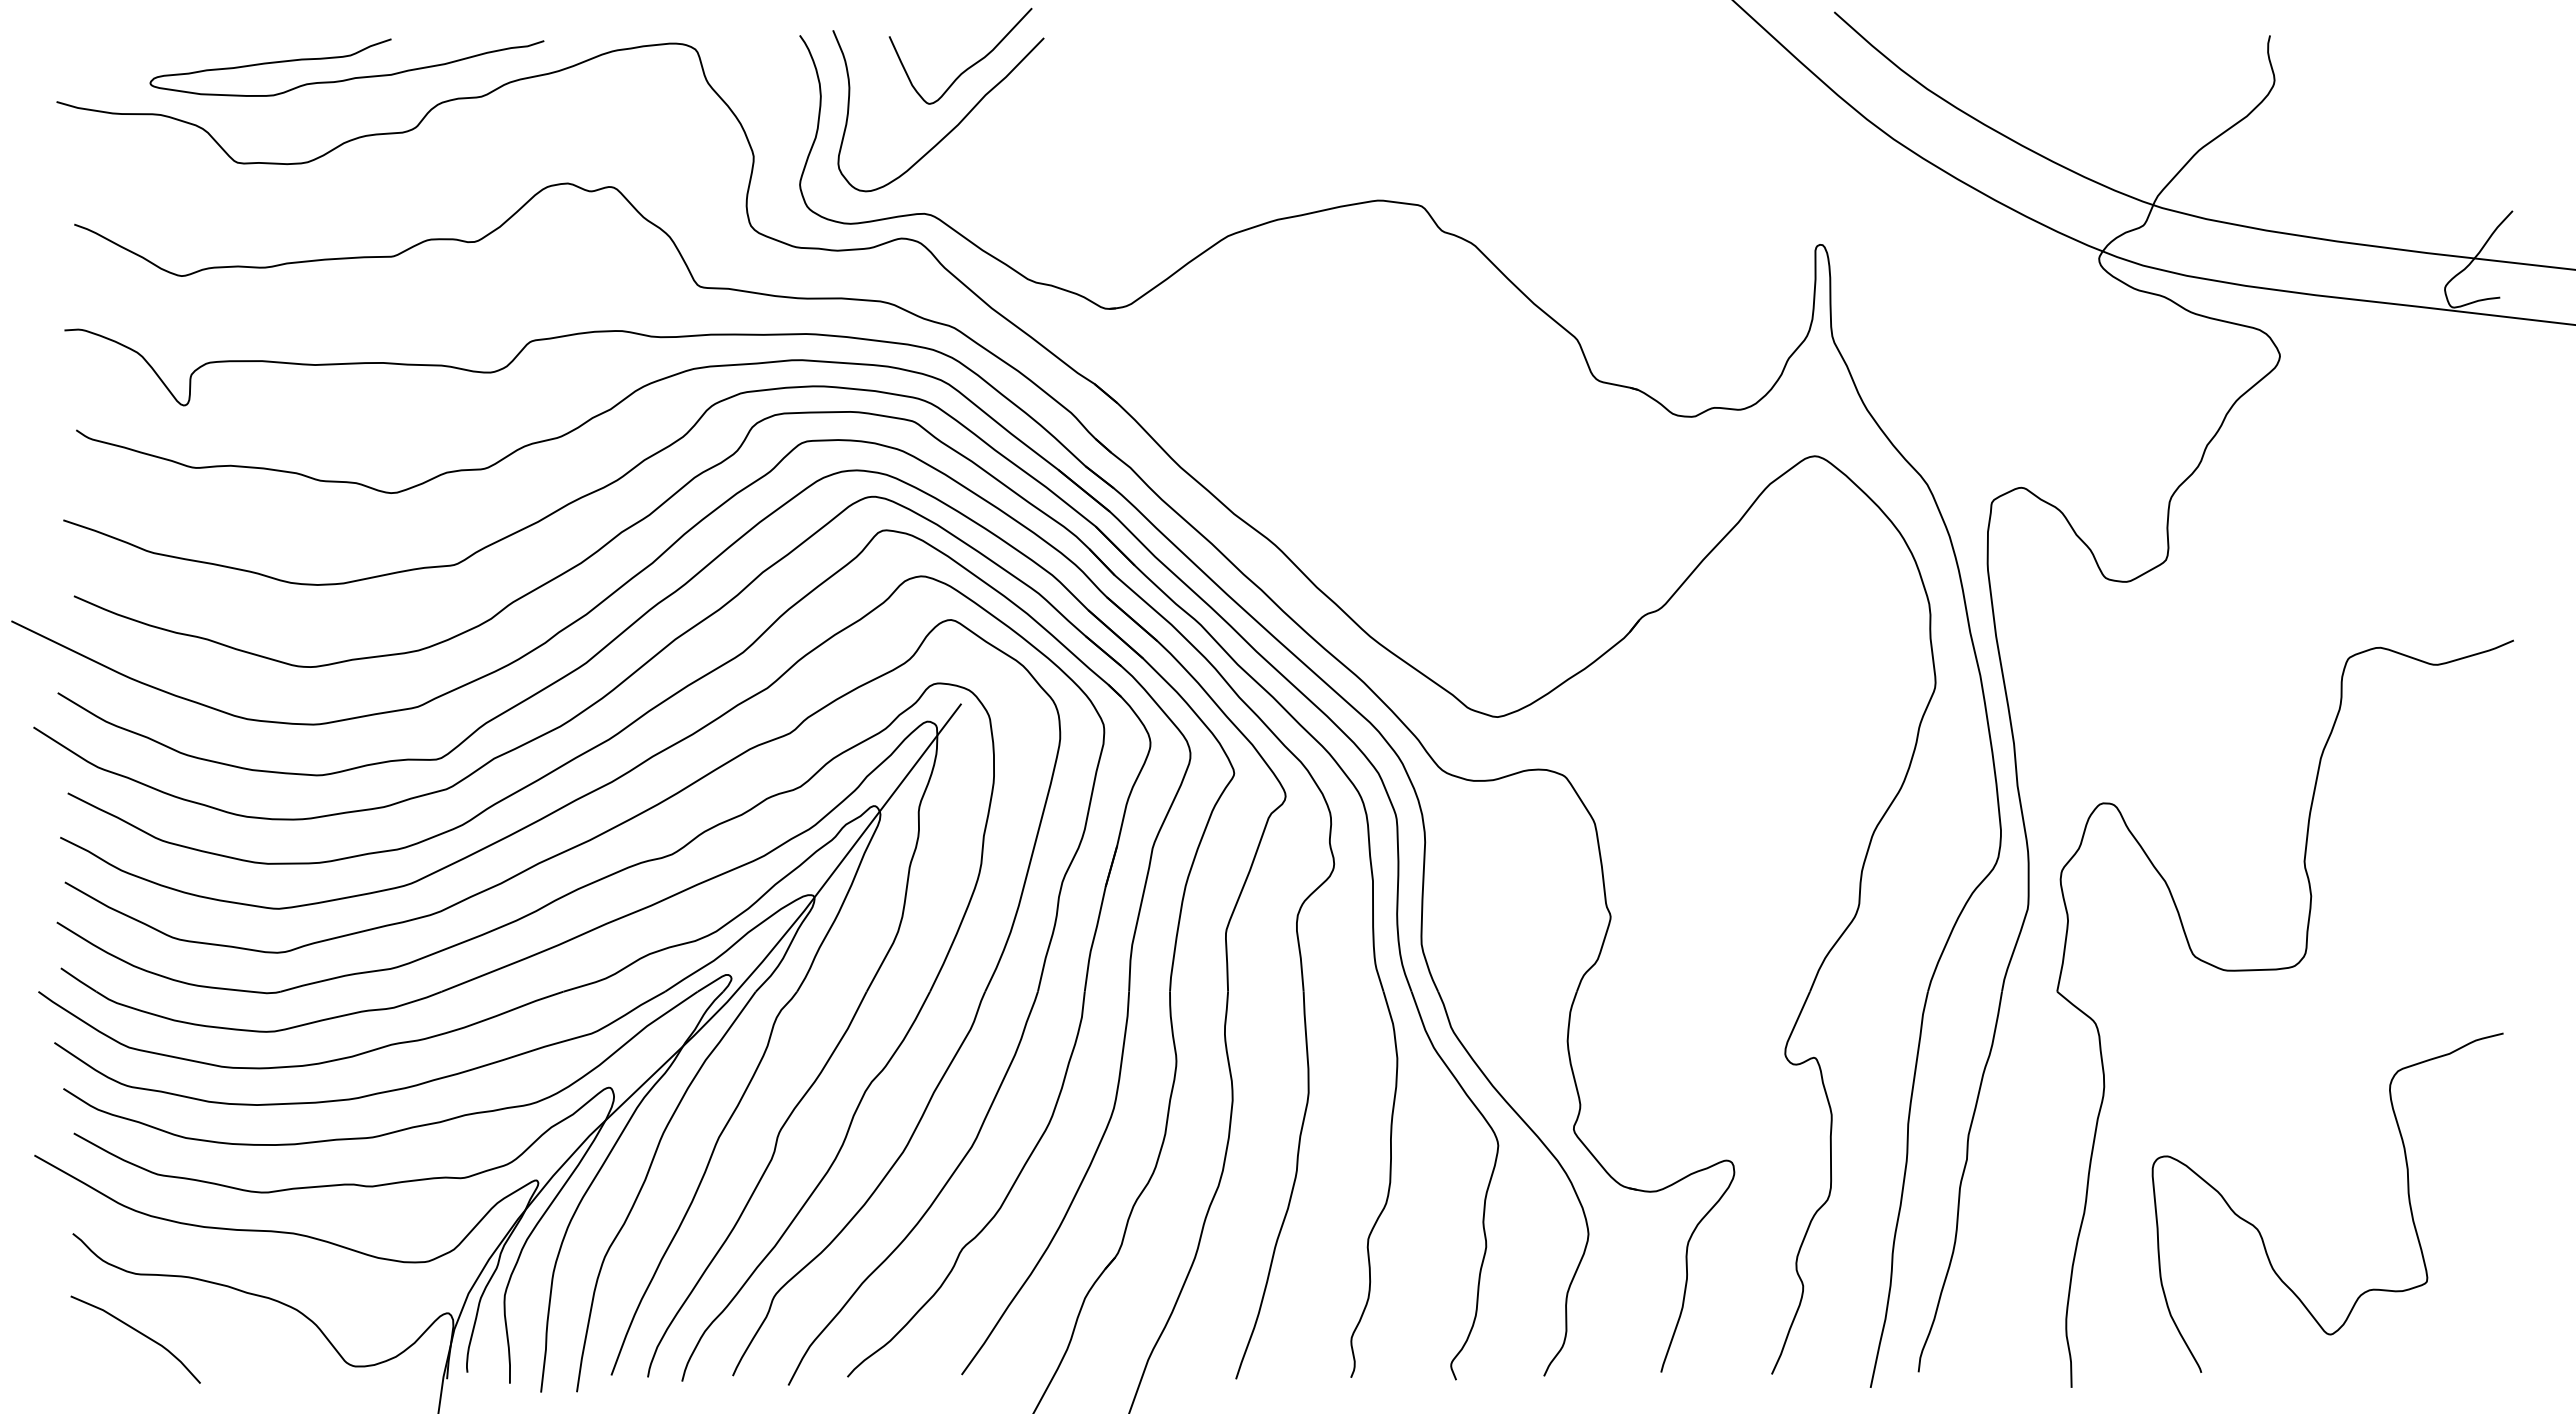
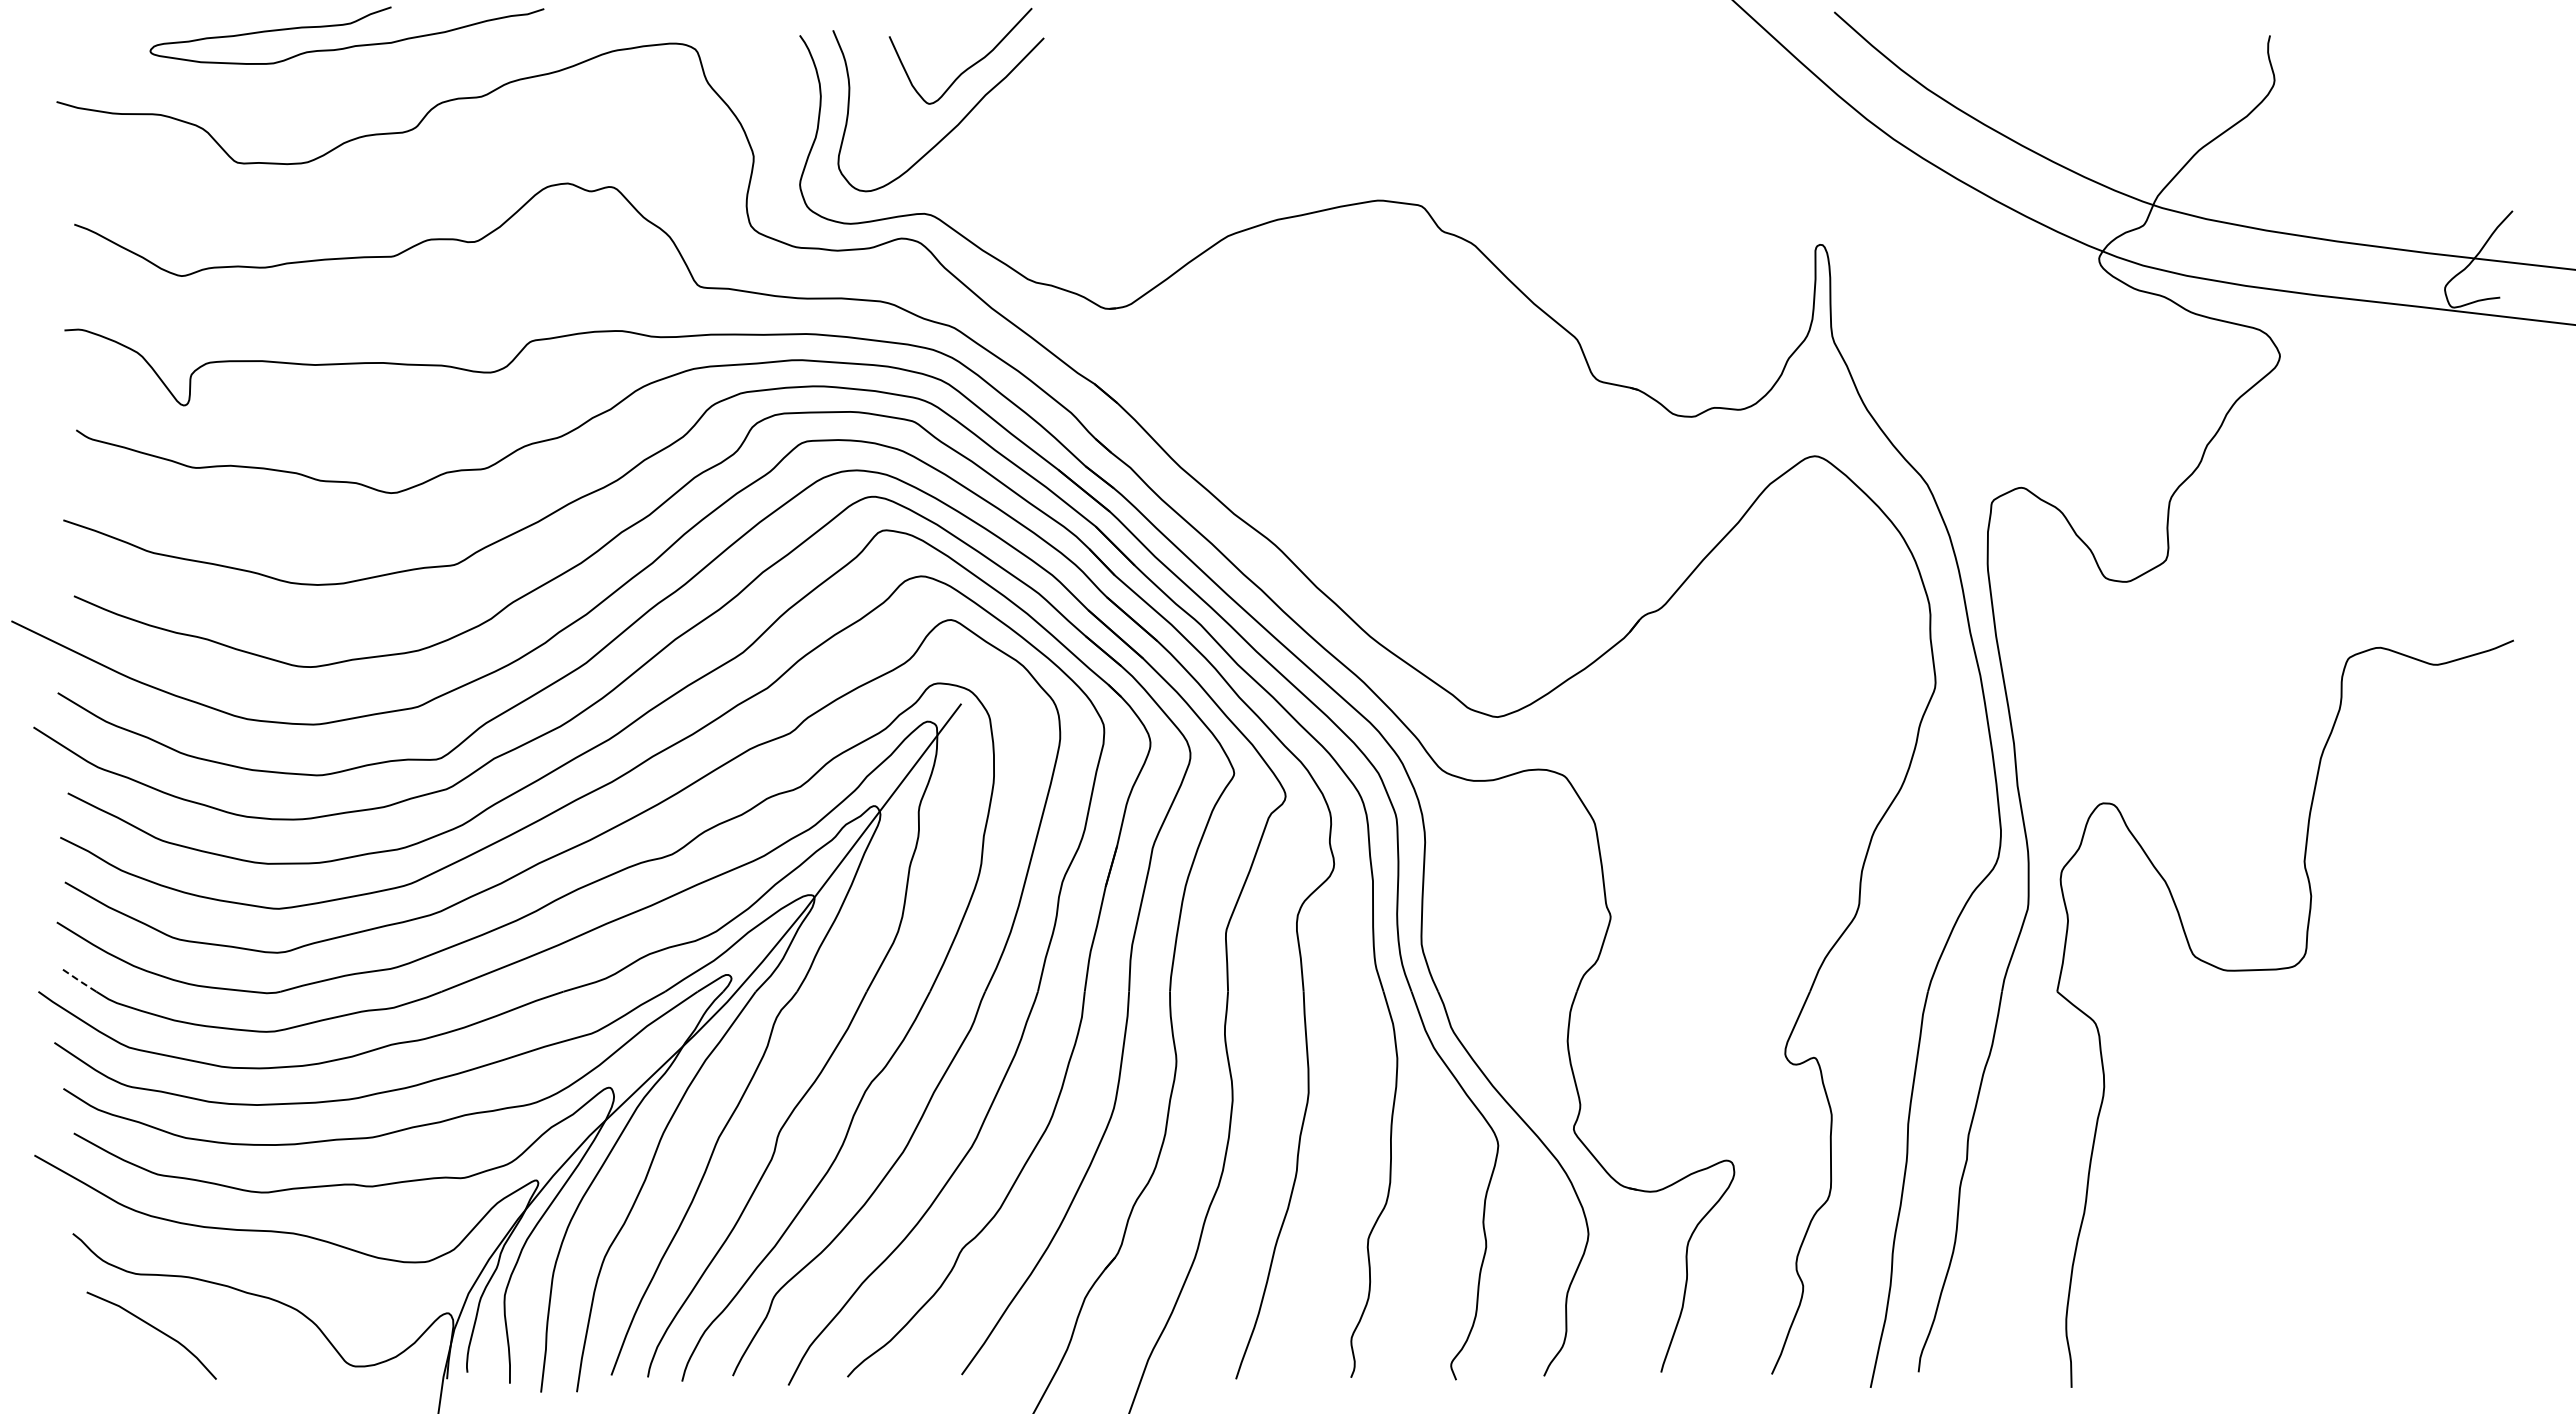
curve at (346, 57) position: (346, 57) -> (346, 25)
line at (78, 980): solid -> dashed
curve at (2261, 1234): present -> none
curve at (139, 1333) position: (139, 1333) -> (155, 1329)
